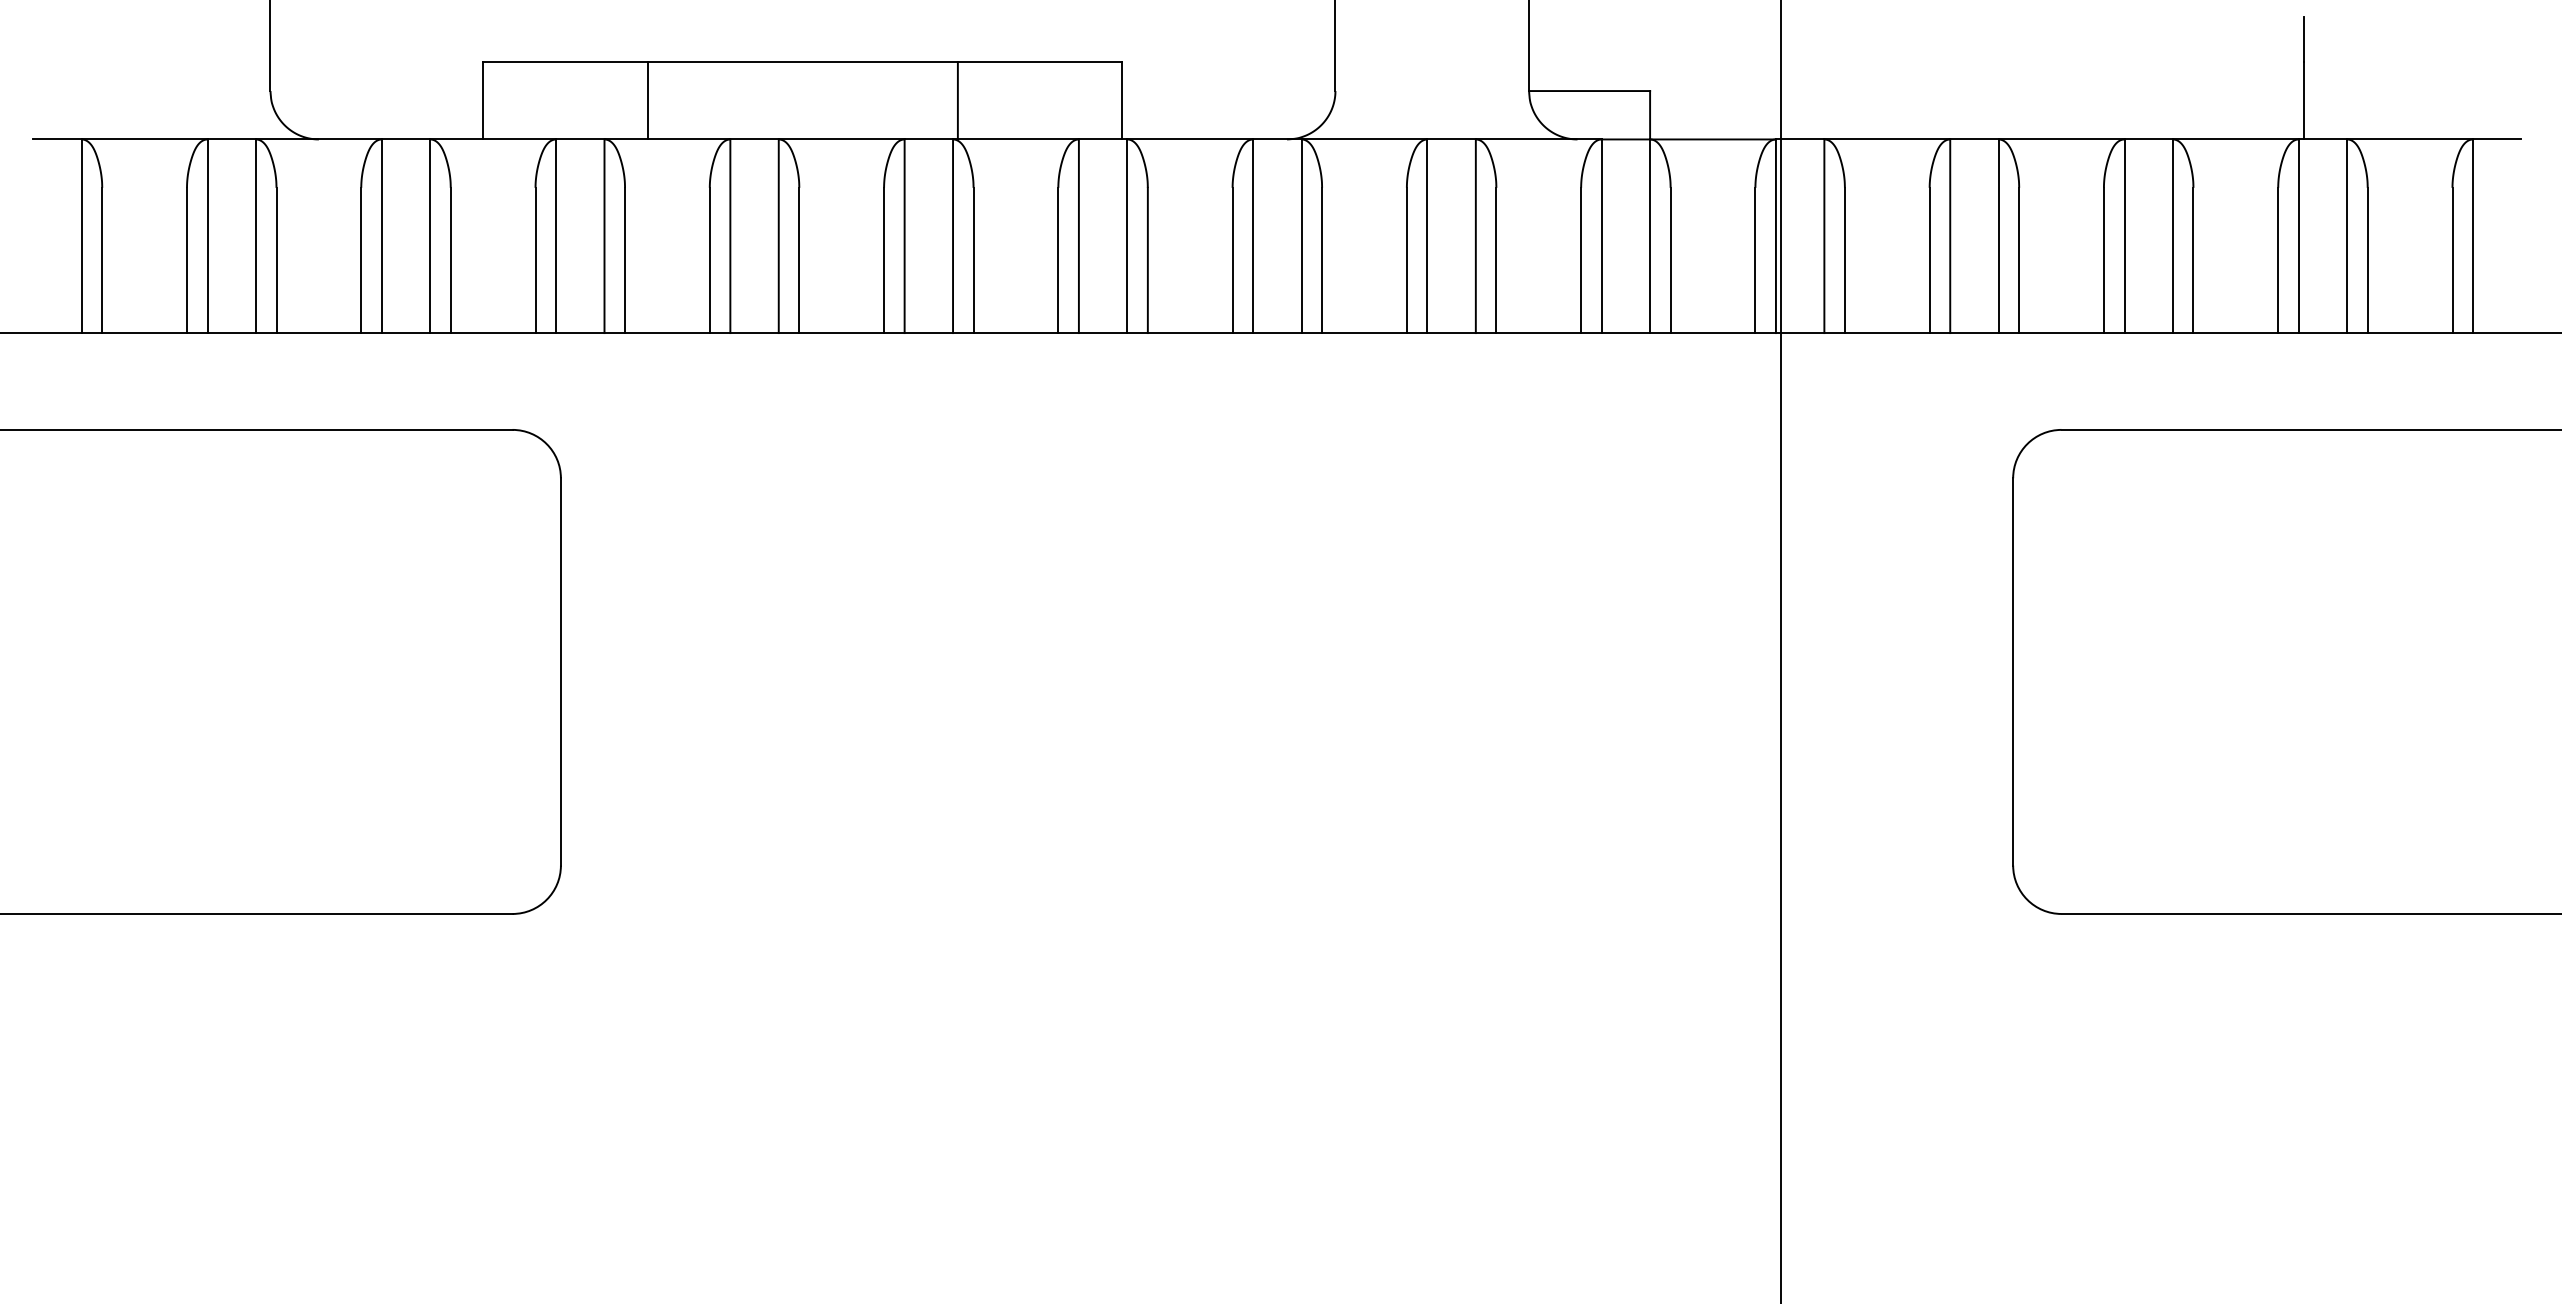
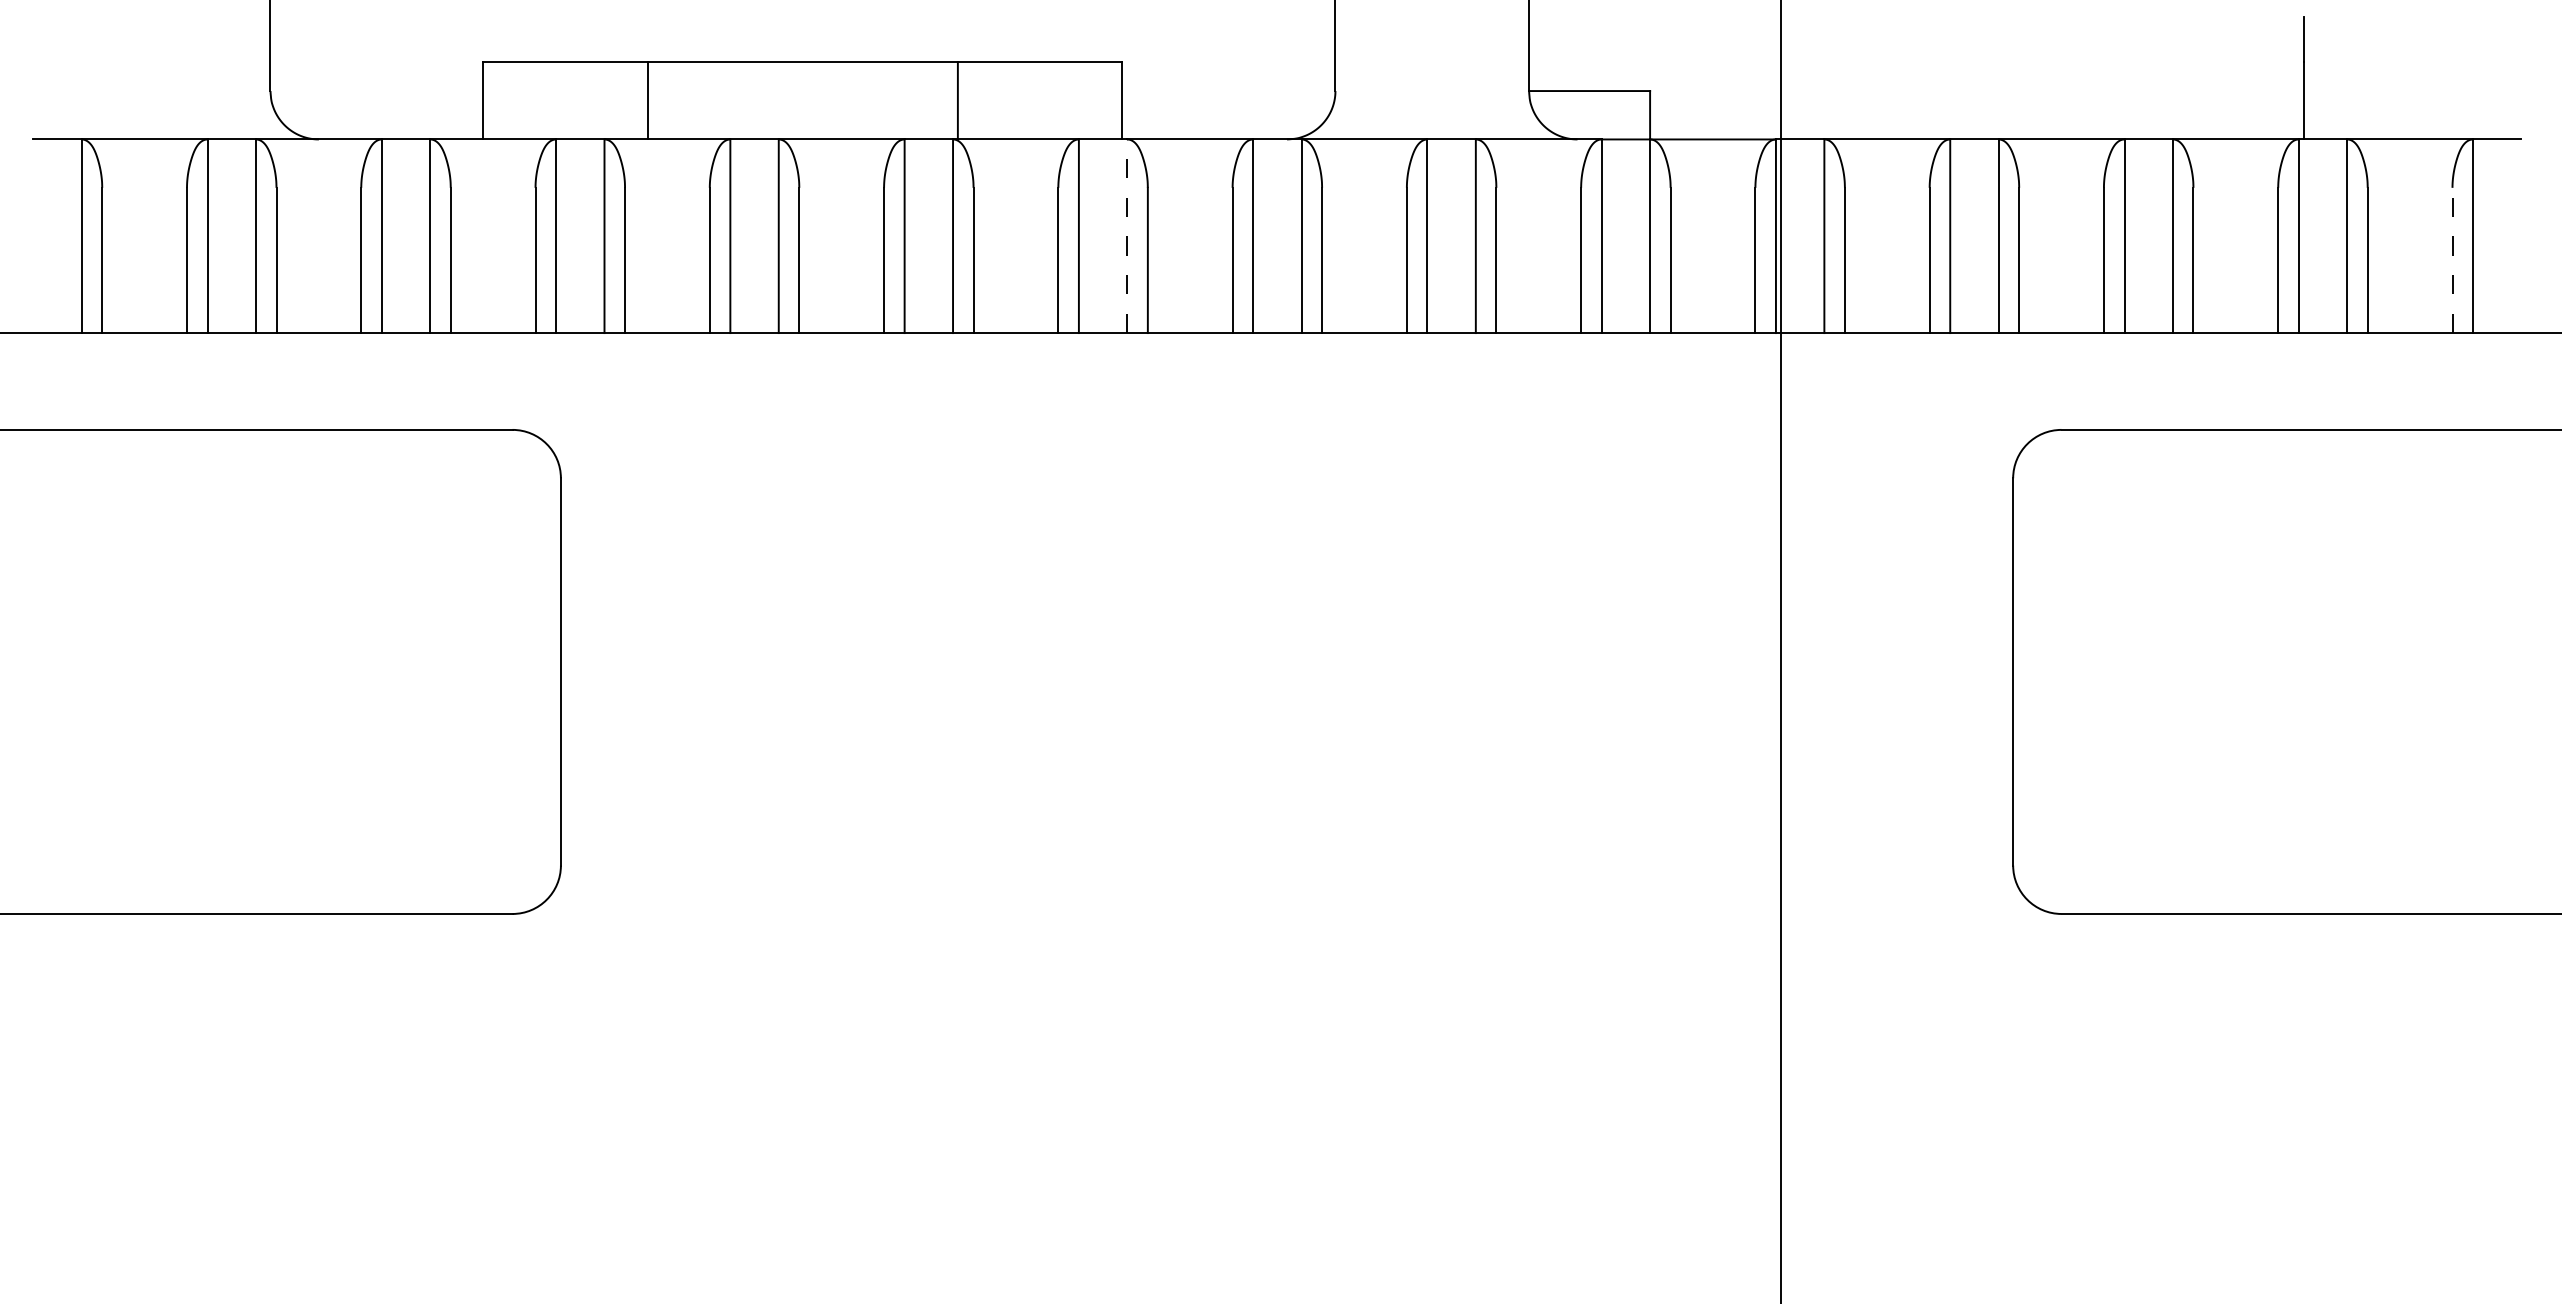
line at (1127, 236): solid -> dashed
line at (2452, 260): solid -> dashed
